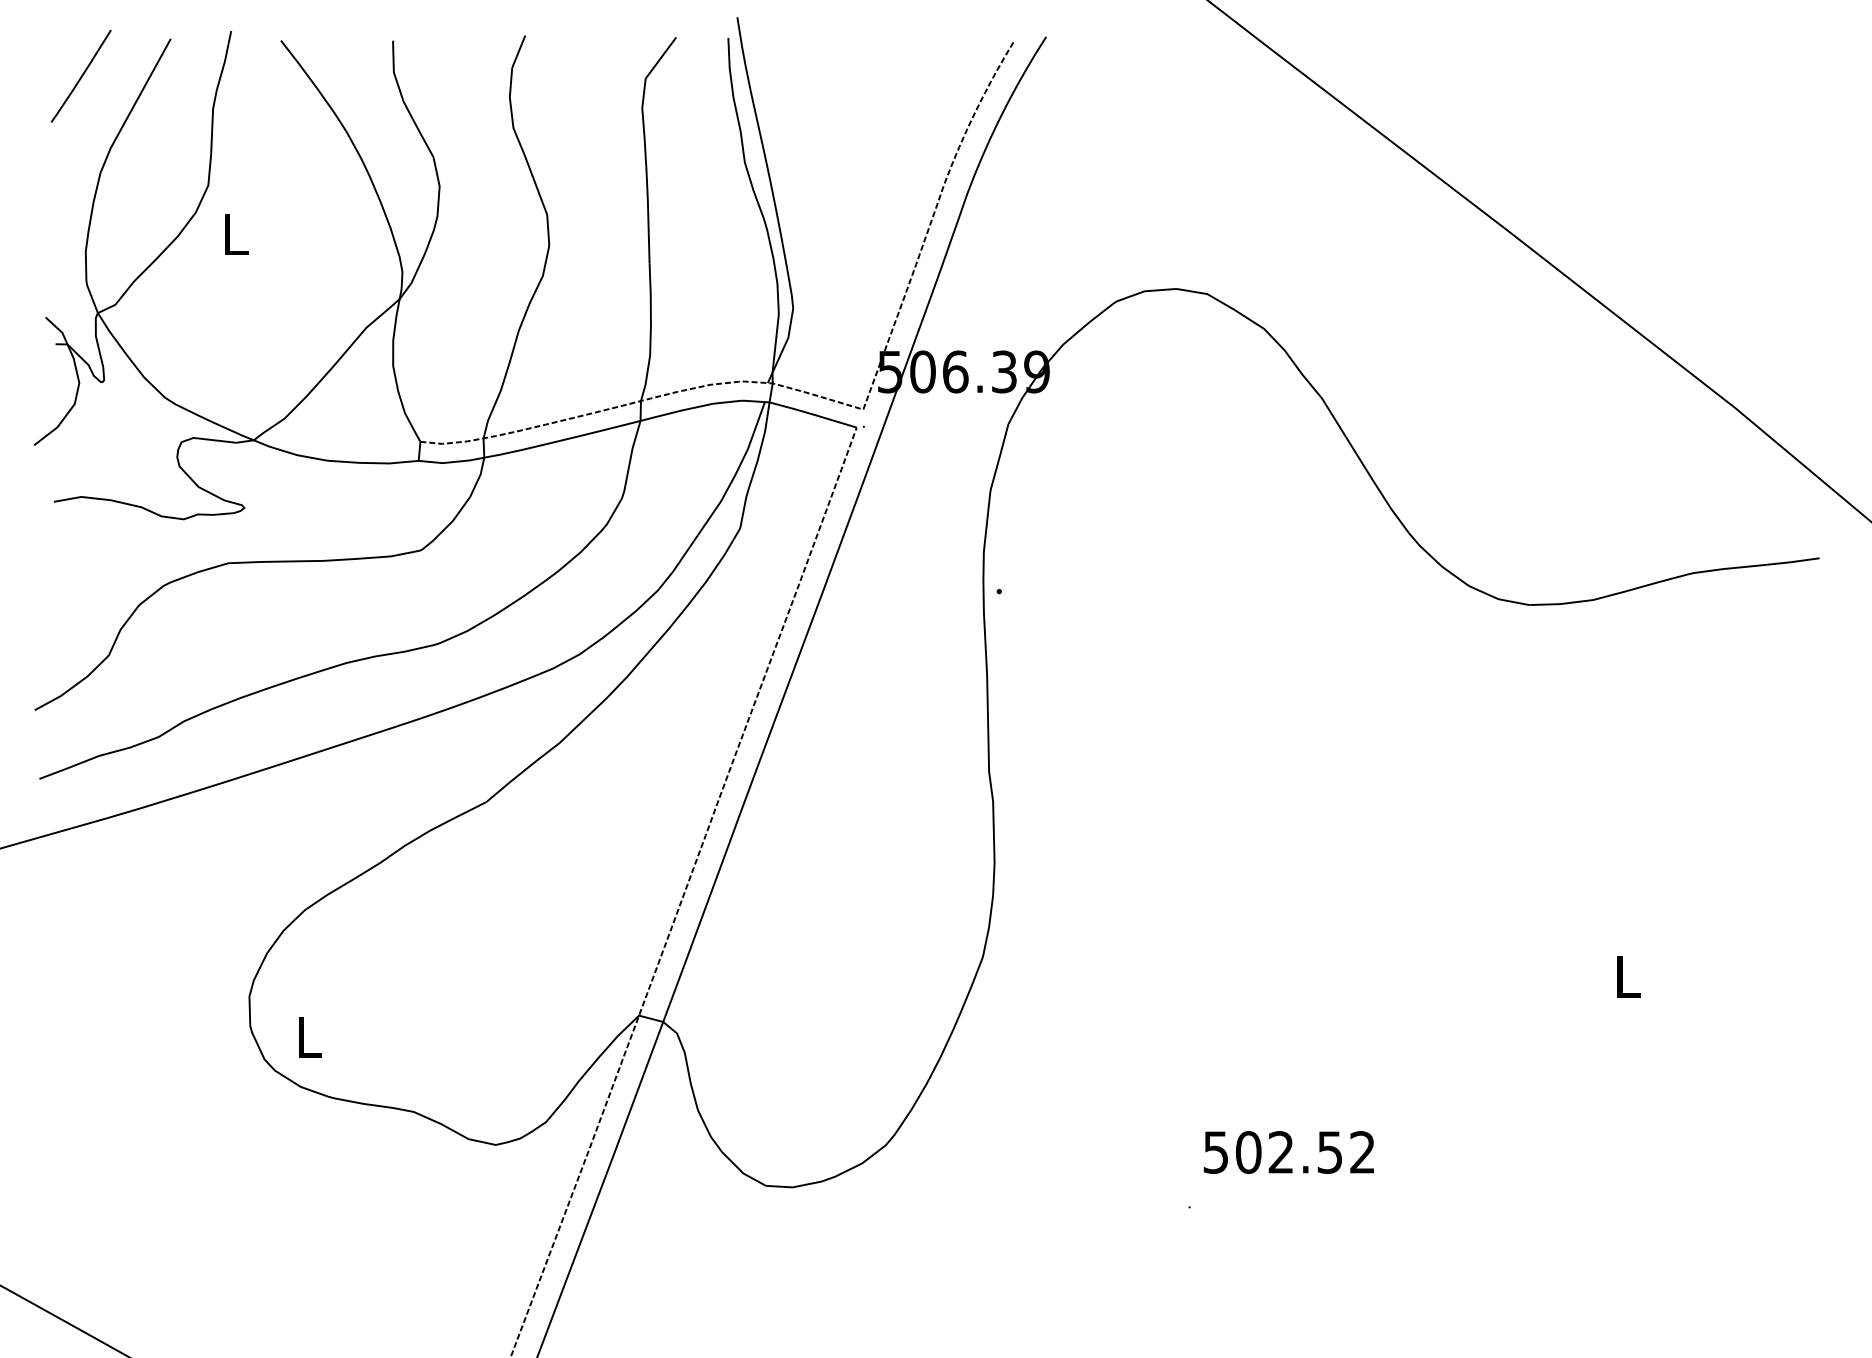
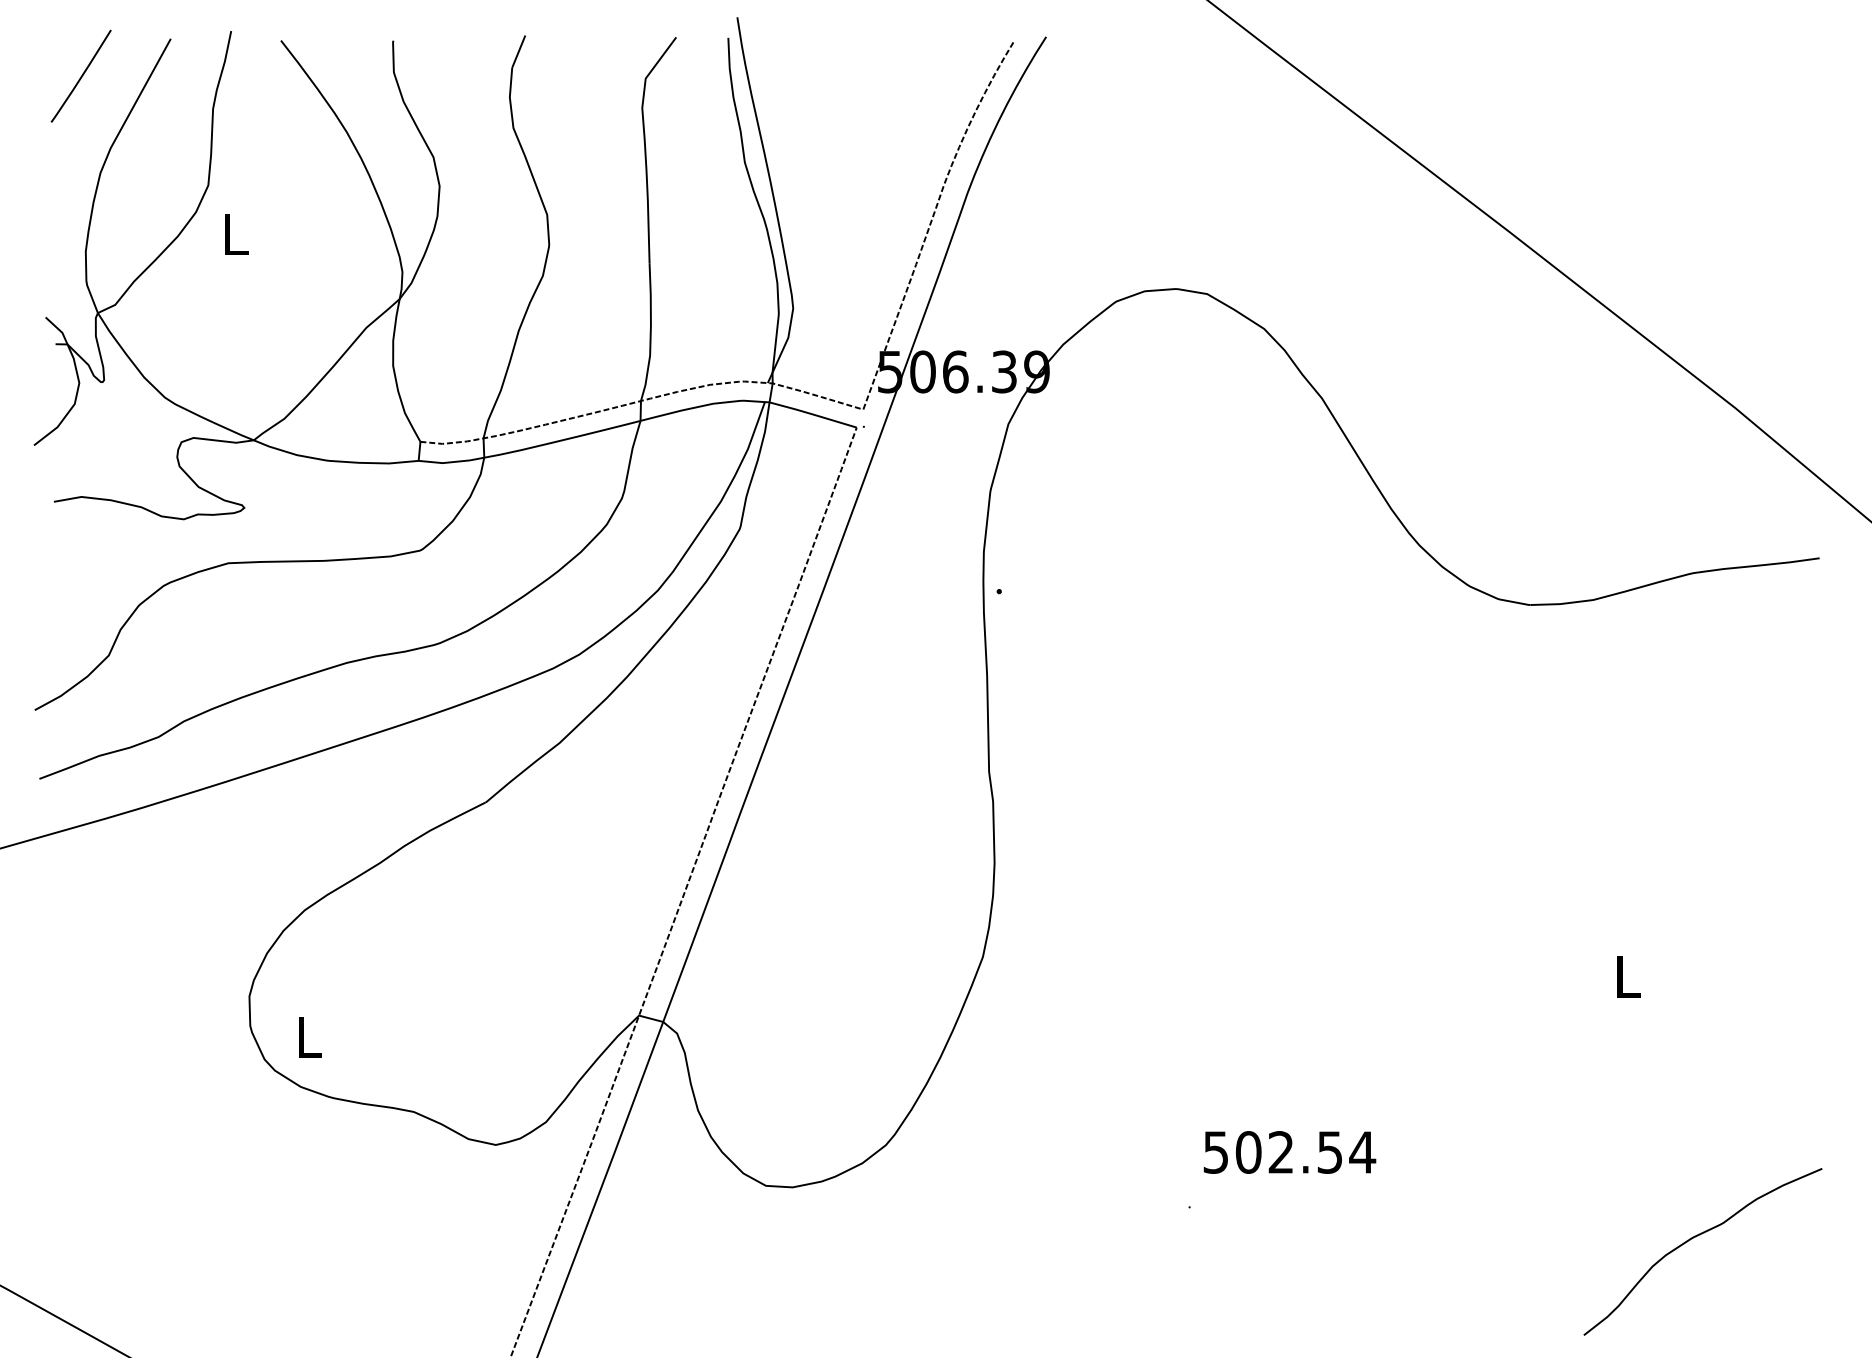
text at (1362, 1152): 502.52 -> 502.54
curve at (1692, 1239): none -> present
